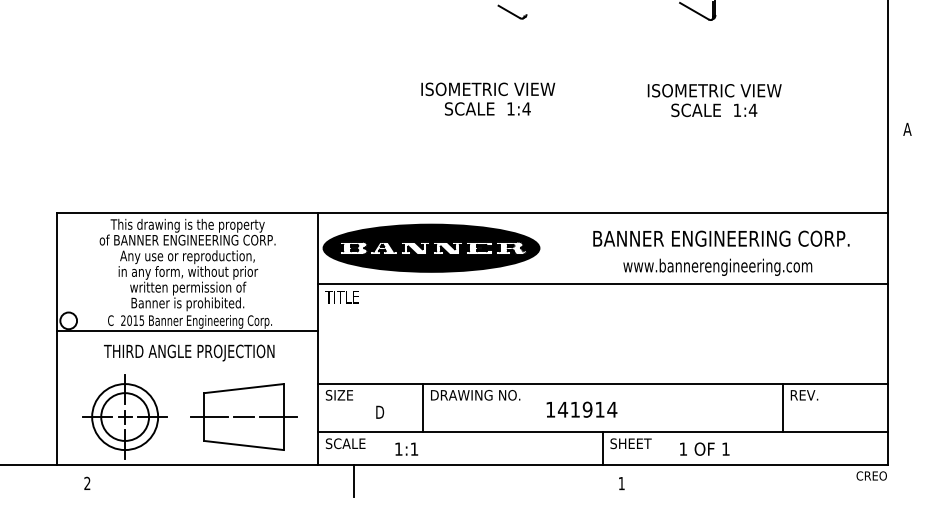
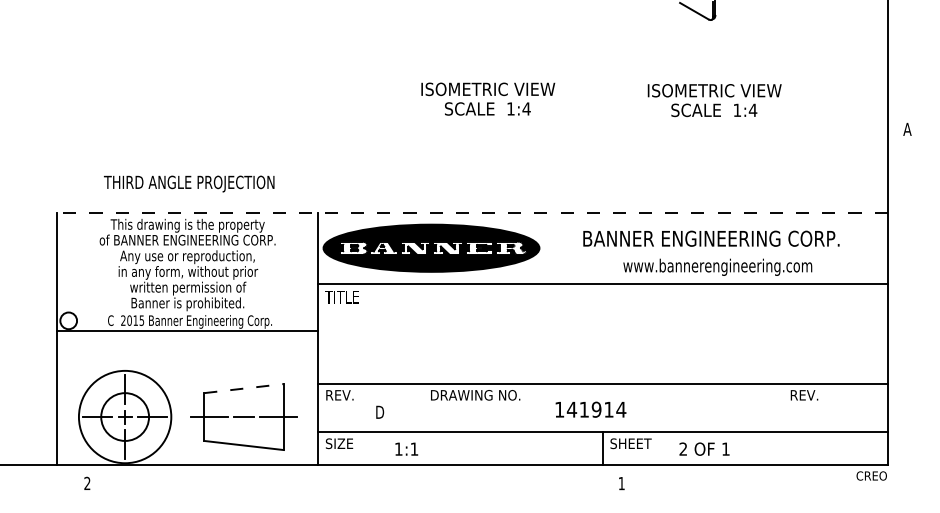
part at (512, 11): present -> none
line at (471, 213): solid -> dashed
text at (721, 238) position: (721, 238) -> (711, 238)
text at (189, 352) position: (189, 352) -> (189, 183)
line at (243, 388): solid -> dashed
text at (339, 395): SIZE -> REV.
line at (423, 407): present -> none
line at (782, 407): present -> none
text at (581, 409) position: (581, 409) -> (590, 409)
circle at (125, 417) diameter: 66 px -> 92 px
text at (349, 443): SCALE -> SIZE
text at (682, 448): 1 -> 2
line at (354, 480): present -> none
